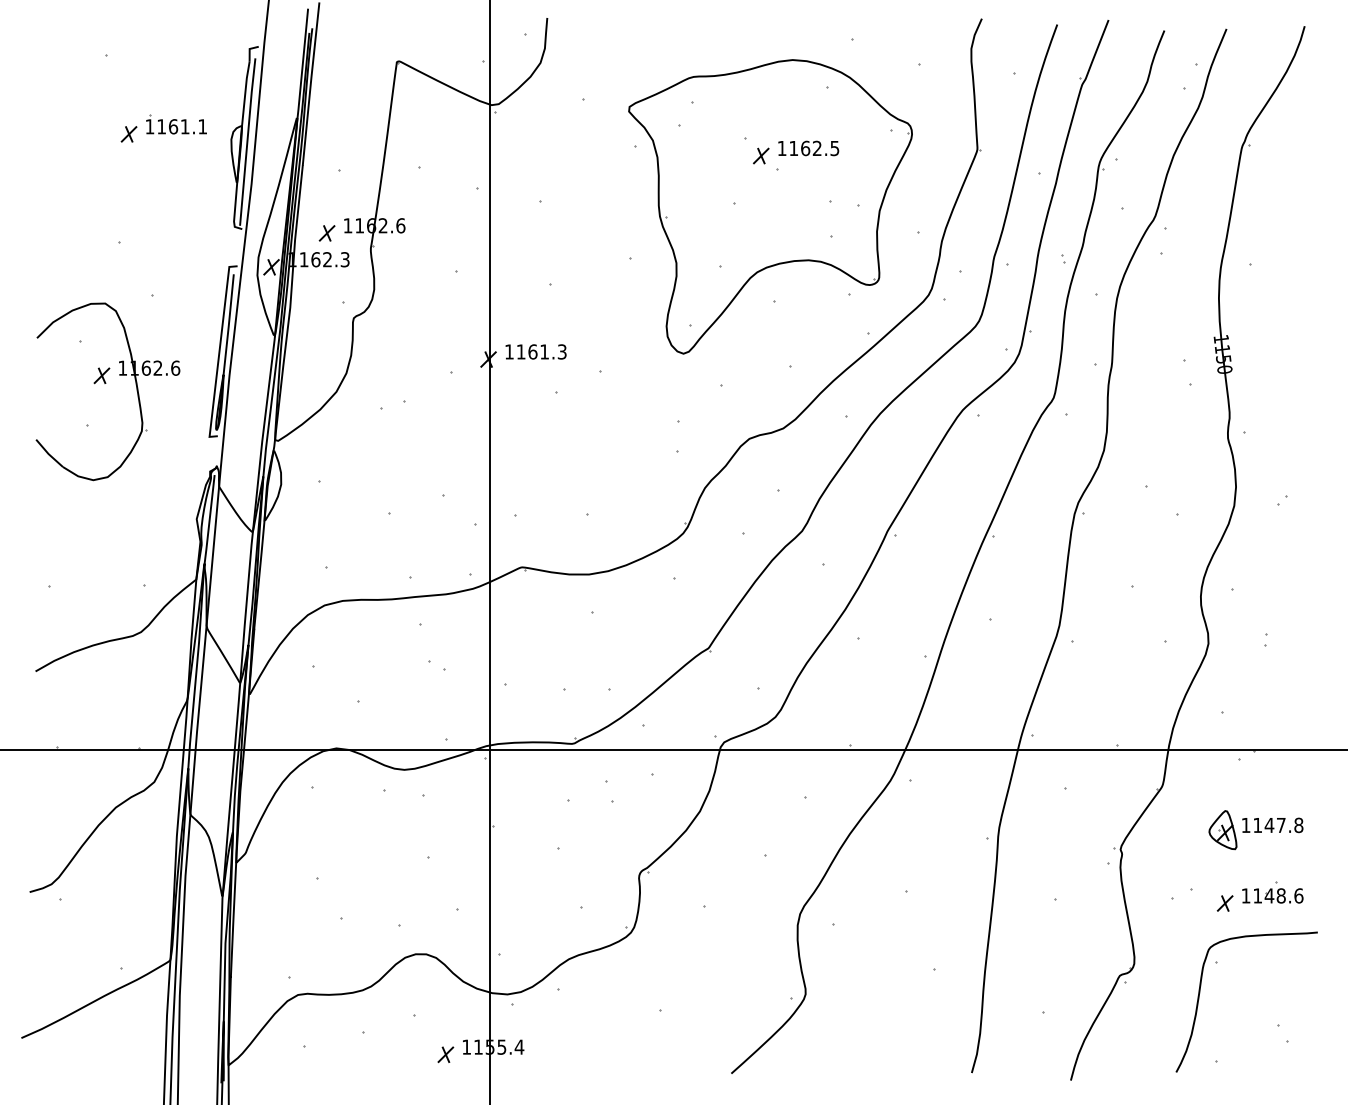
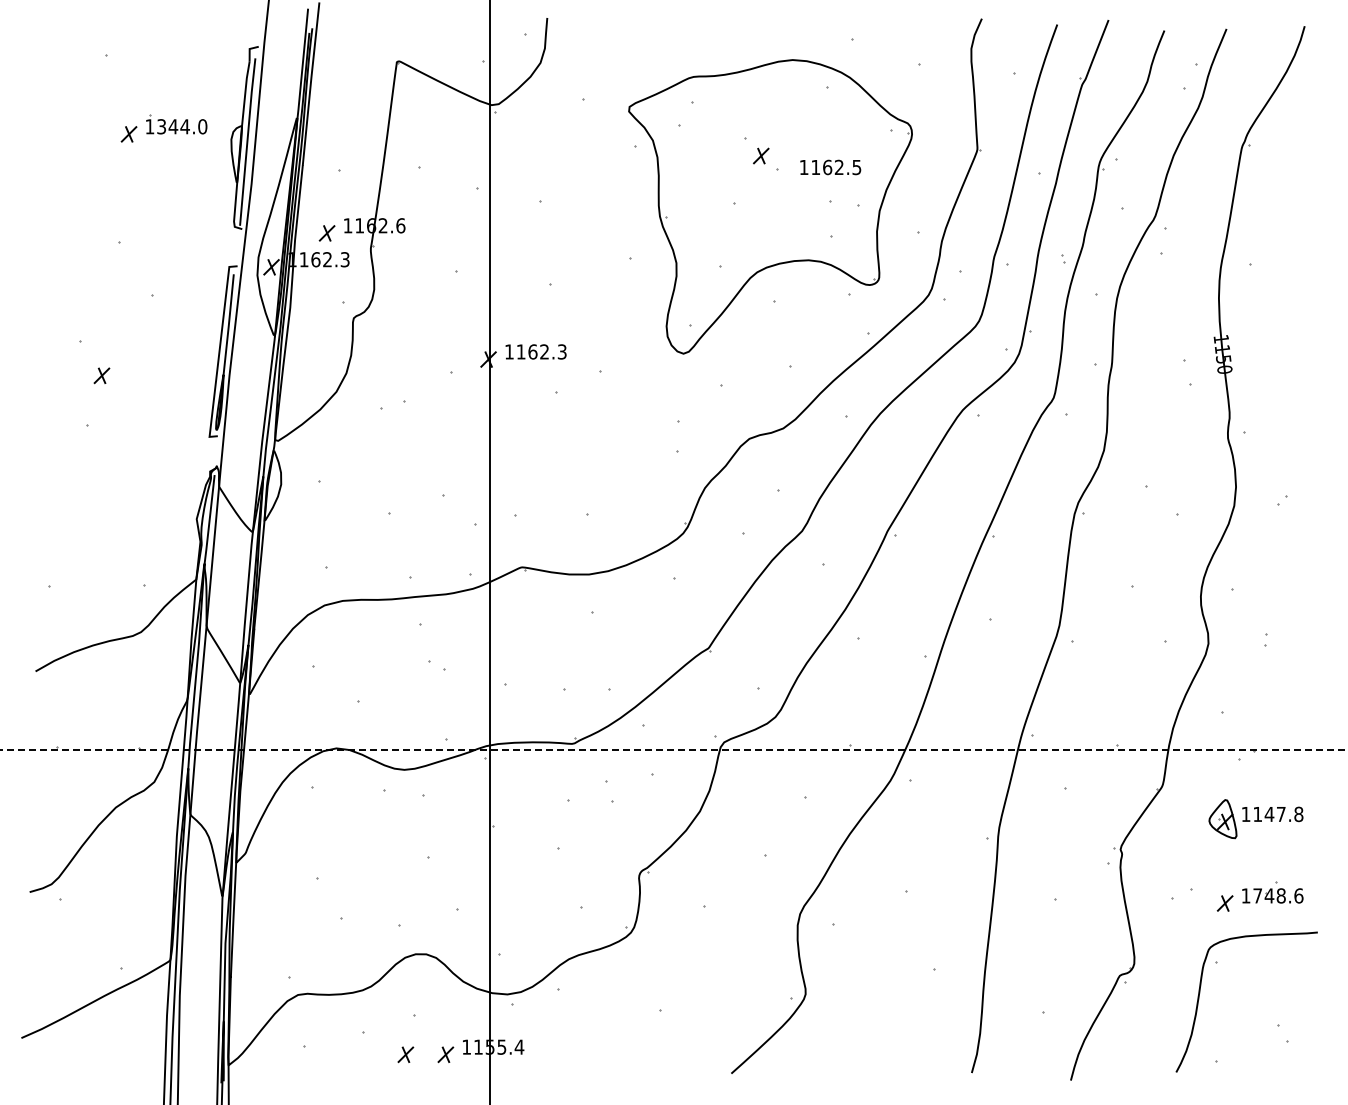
text at (182, 126): 1161.1 -> 1344.0
text at (808, 148) position: (808, 148) -> (830, 167)
text at (544, 351): 1161.3 -> 1162.3
part at (119, 375): present -> none
line at (674, 750): solid -> dashed
part at (1255, 830) position: (1255, 830) -> (1255, 819)
text at (1257, 895): 1148.6 -> 1748.6
part at (405, 1054): none -> present
